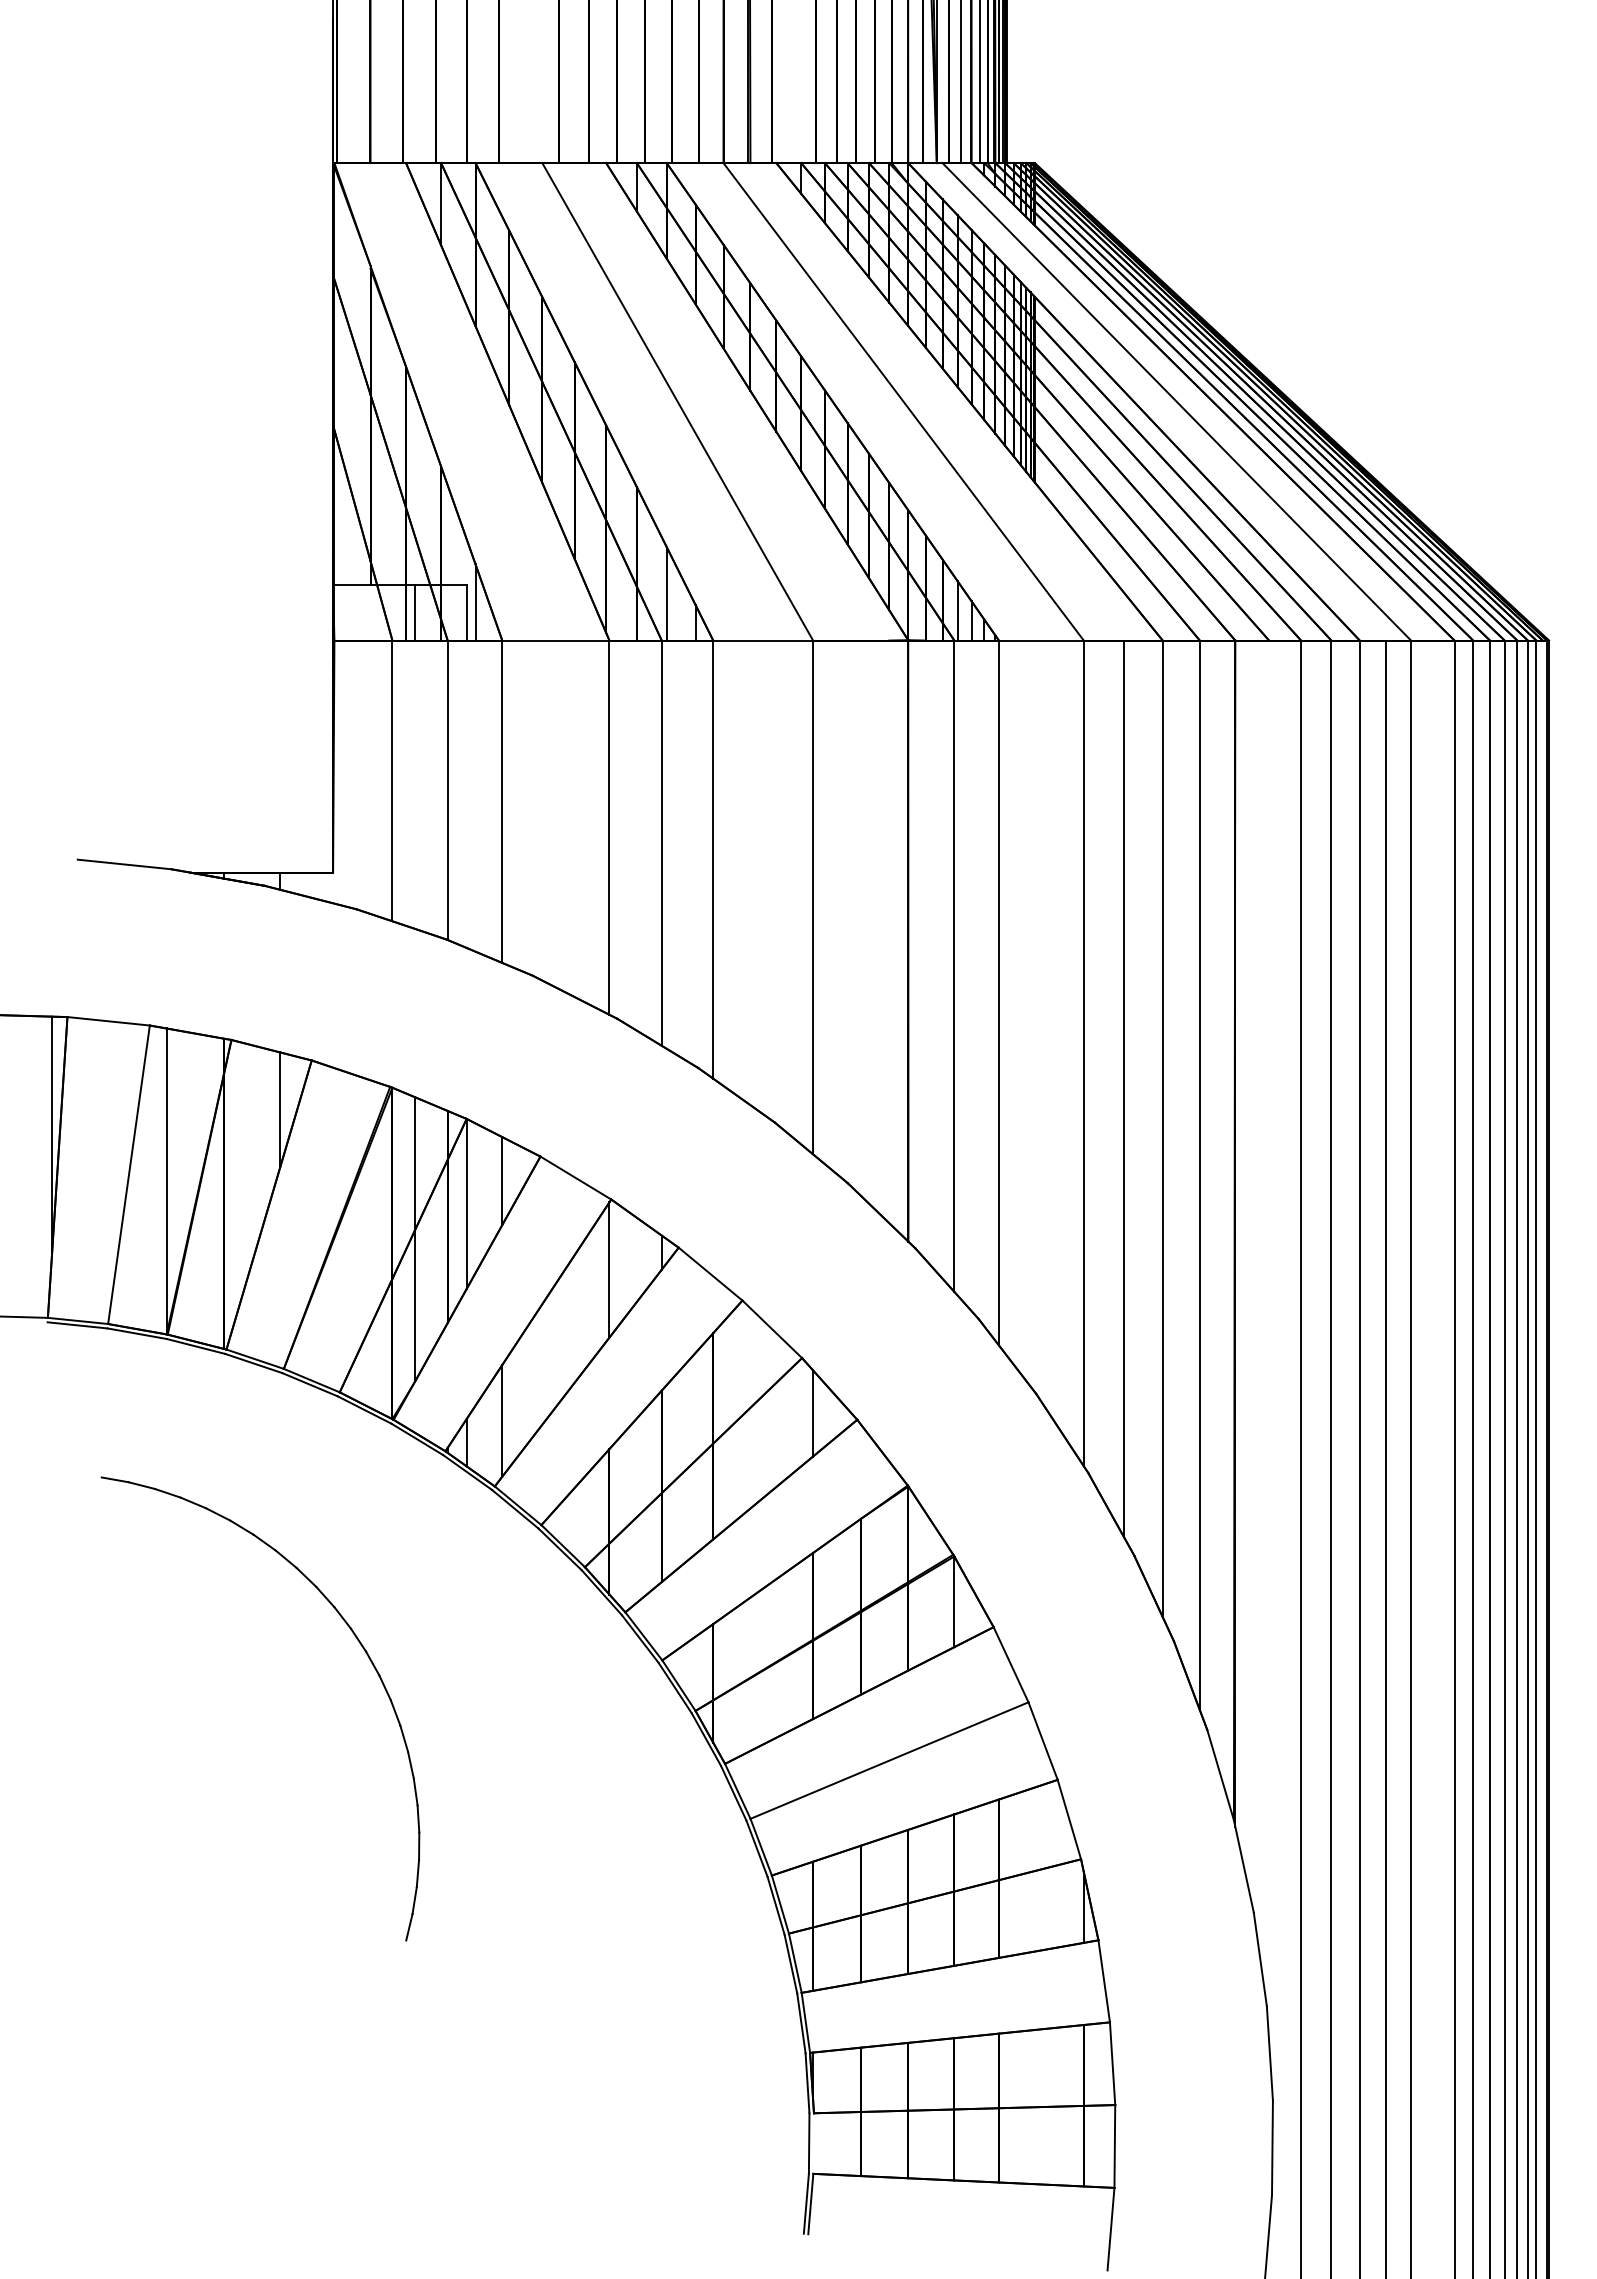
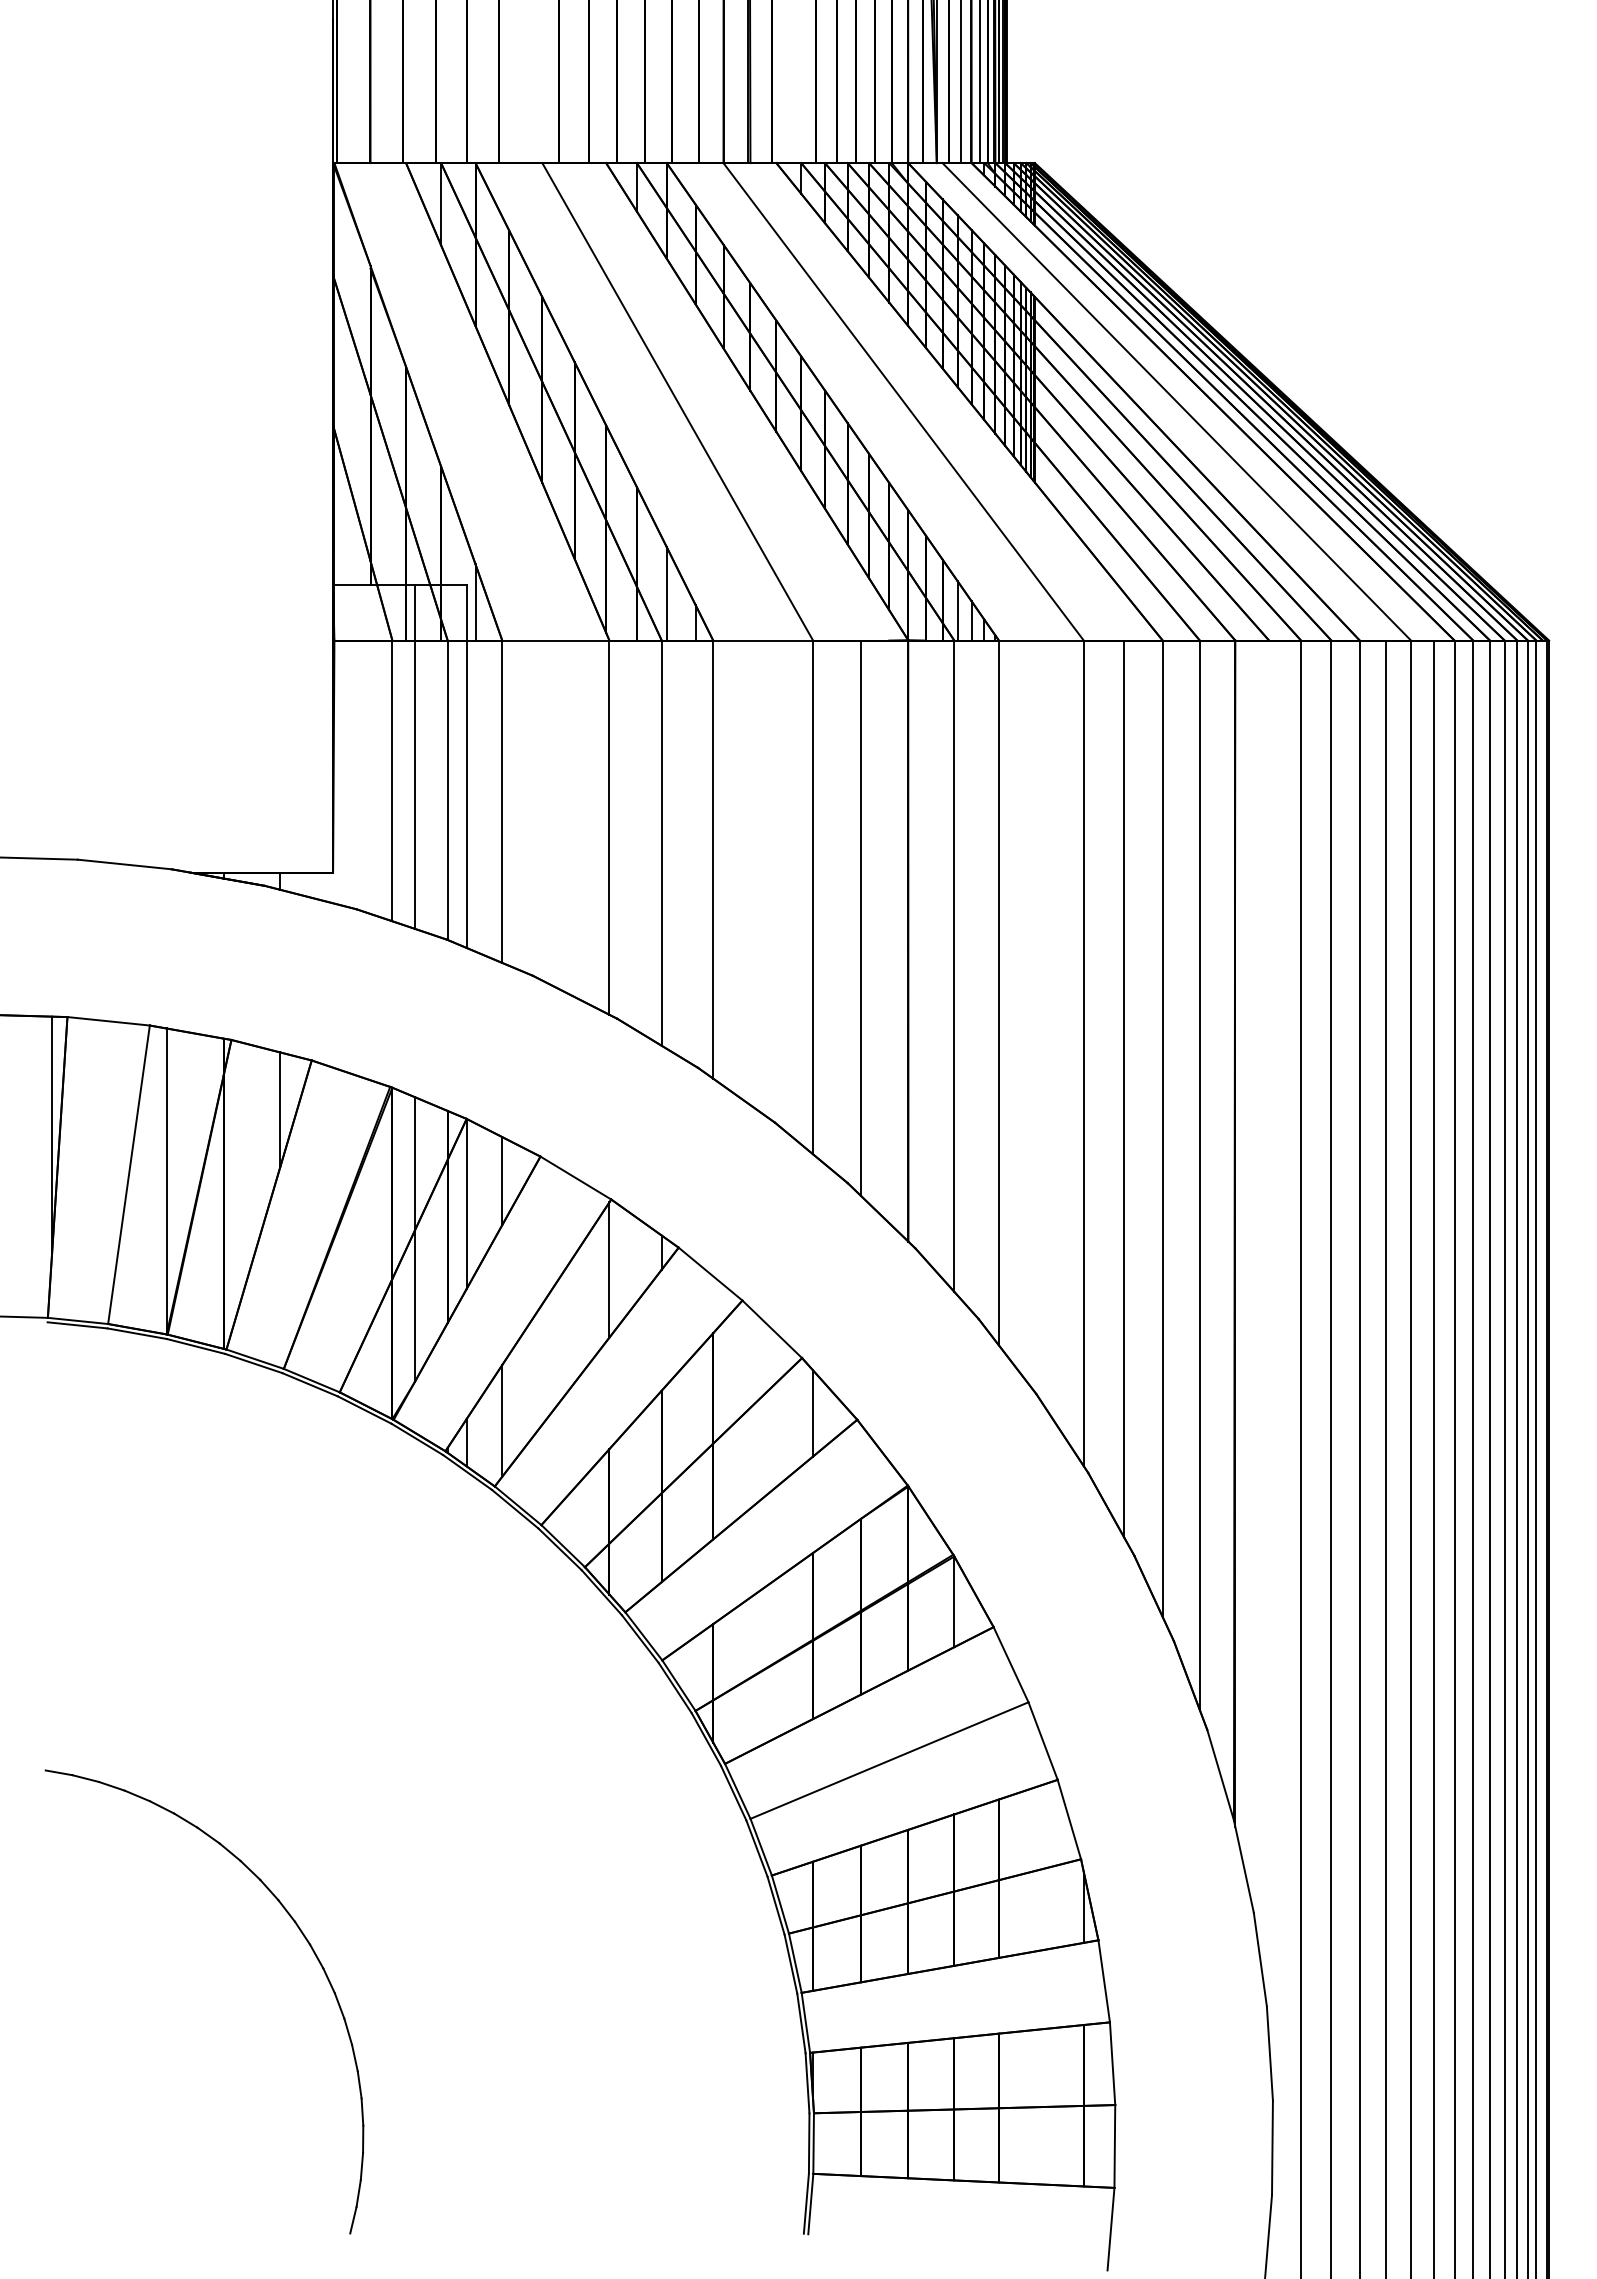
line at (415, 784): none -> present
line at (466, 793): none -> present
line at (39, 858): none -> present
line at (861, 918): none -> present
line at (1433, 1457): none -> present
part at (358, 1642) position: (358, 1642) -> (302, 1935)
line at (813, 2143): none -> present
